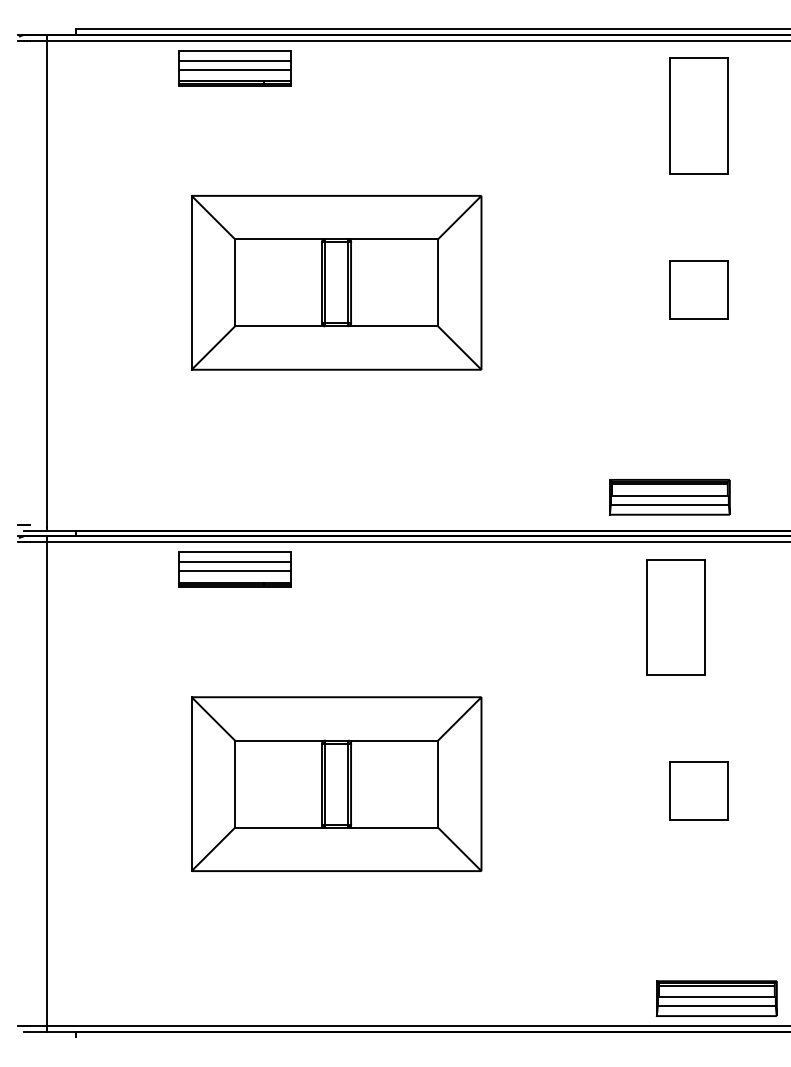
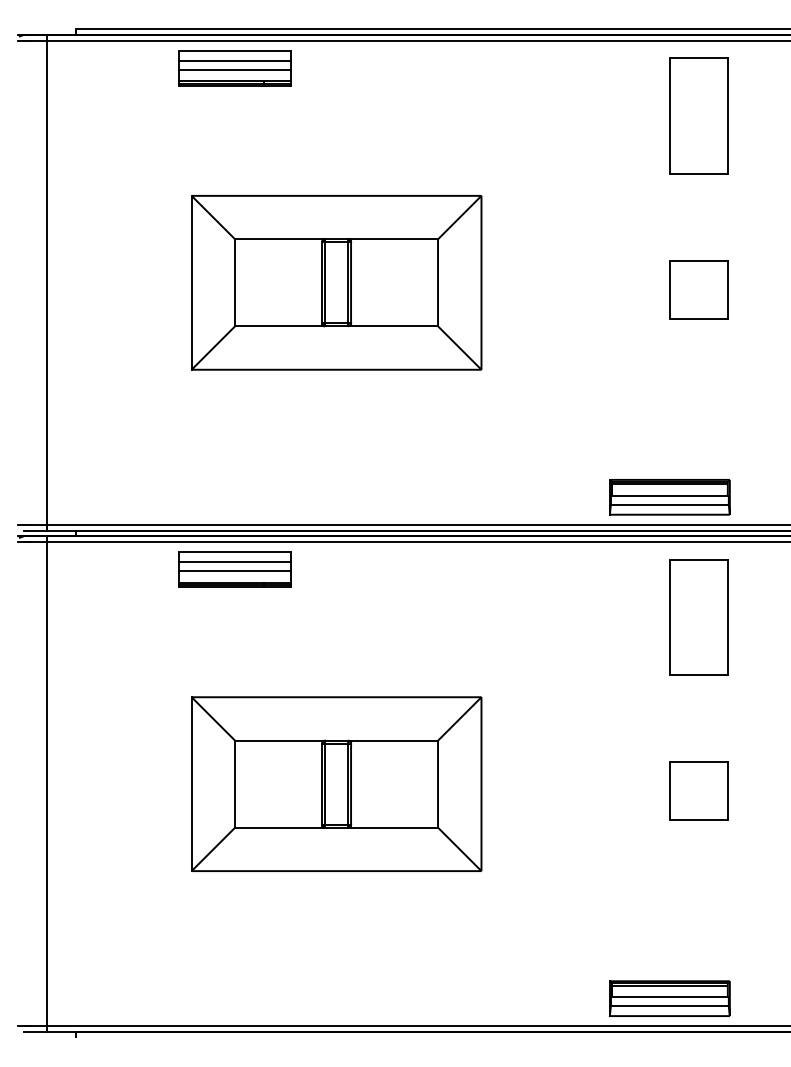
line at (408, 524): none -> present
part at (675, 617) position: (675, 617) -> (698, 617)
part at (716, 998) position: (716, 998) -> (669, 998)
